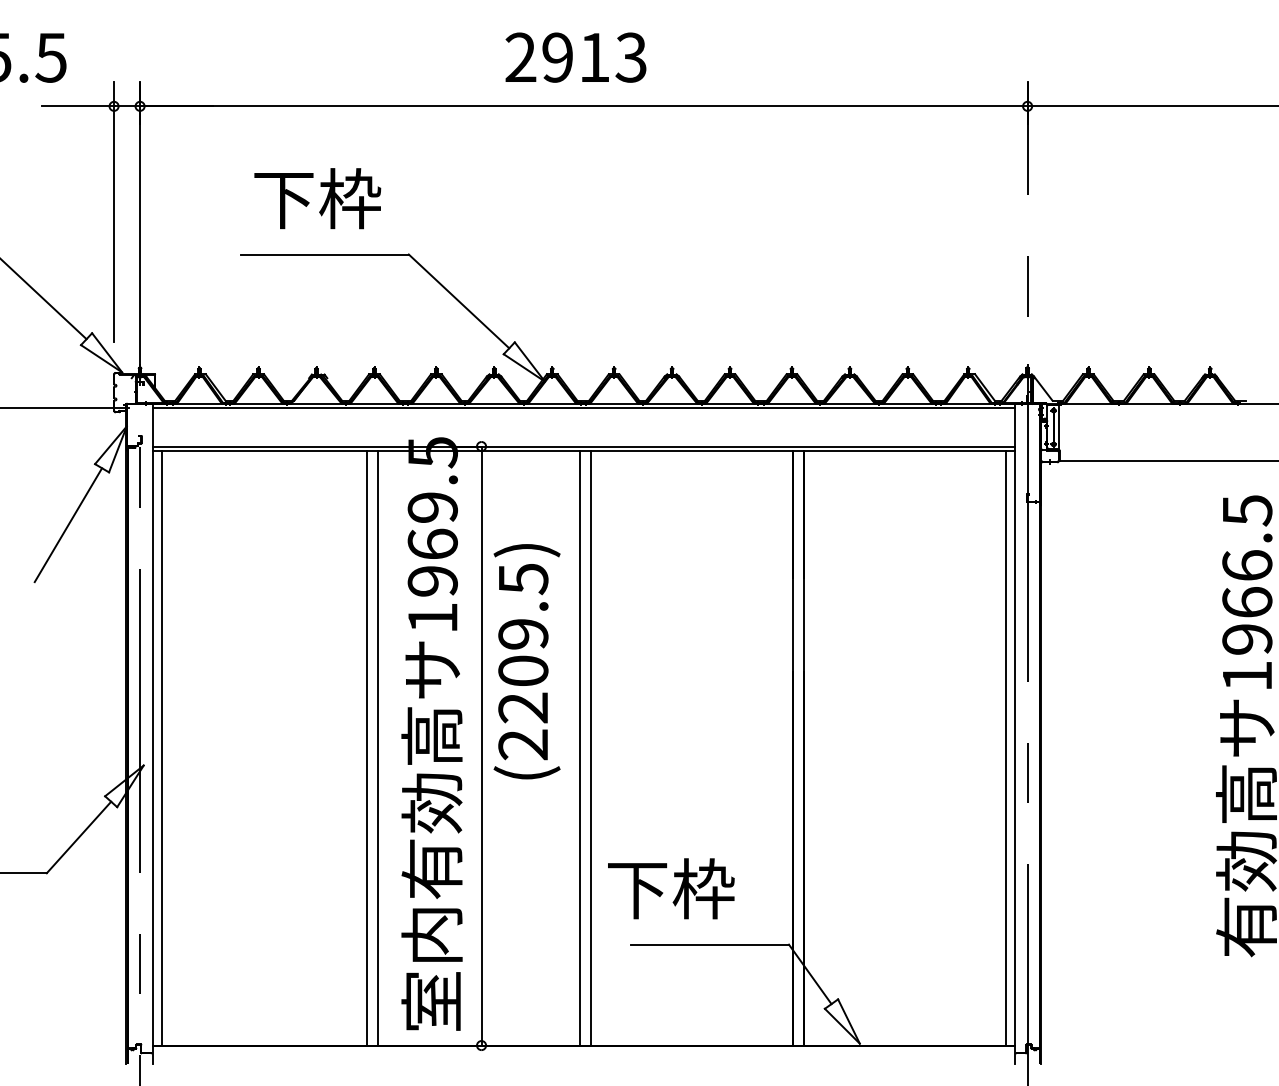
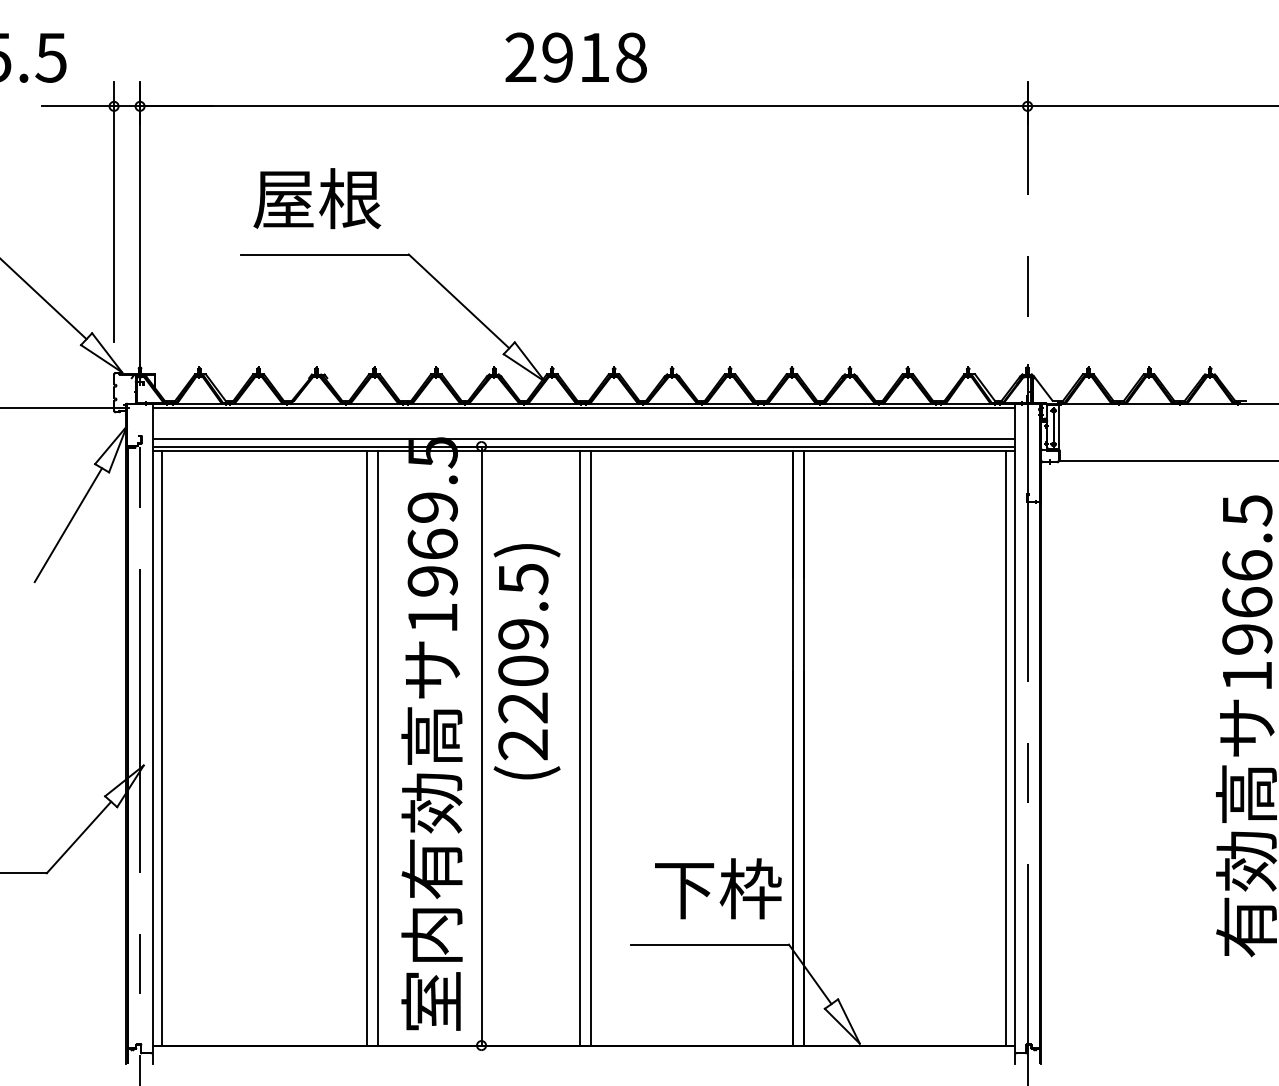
text at (630, 57): 2913 -> 2918
text at (317, 198): 下枠 -> 屋根
line at (583, 438): none -> present
text at (671, 888) position: (671, 888) -> (718, 888)
